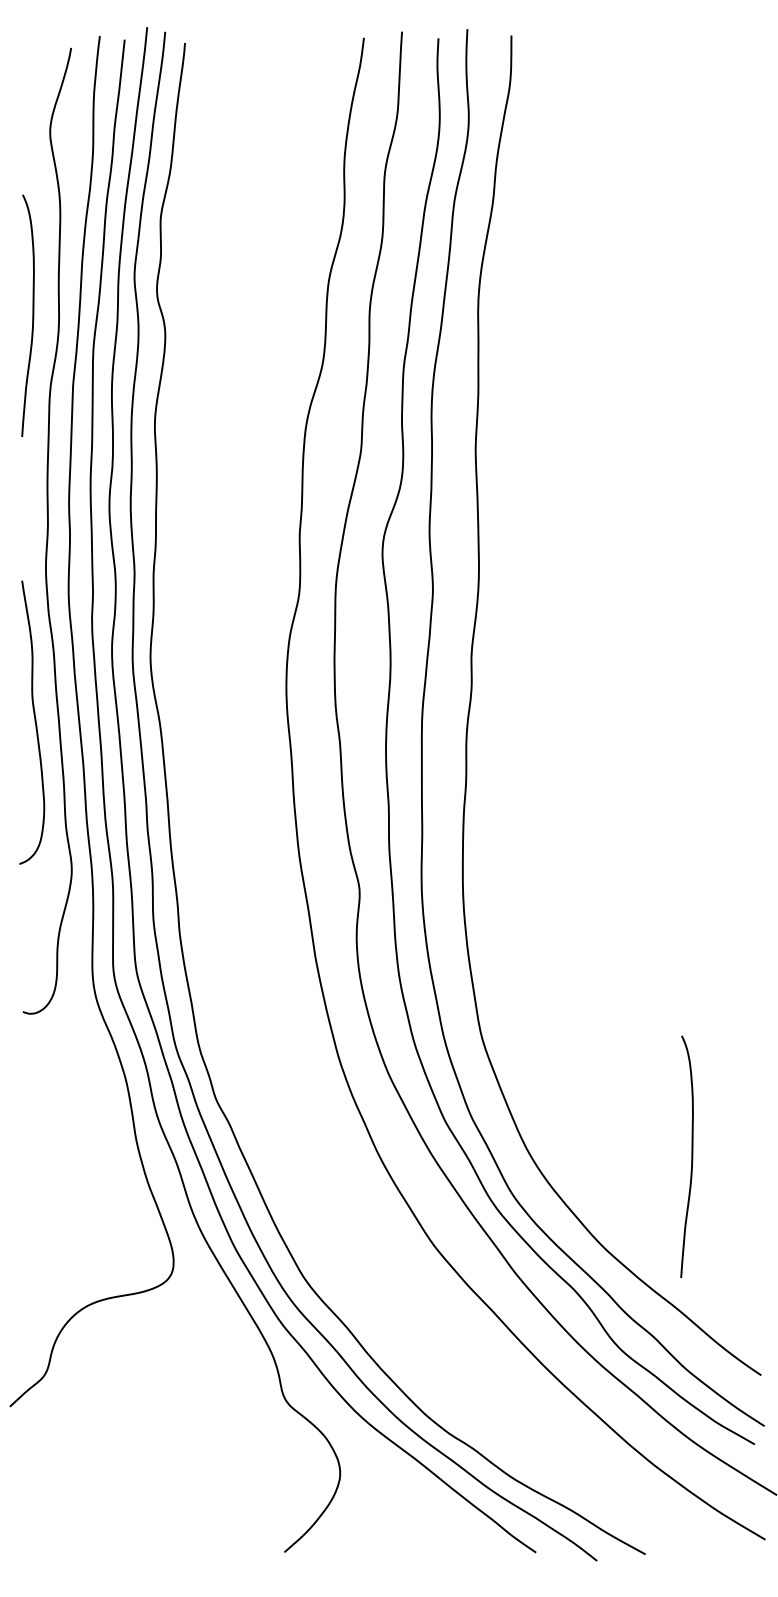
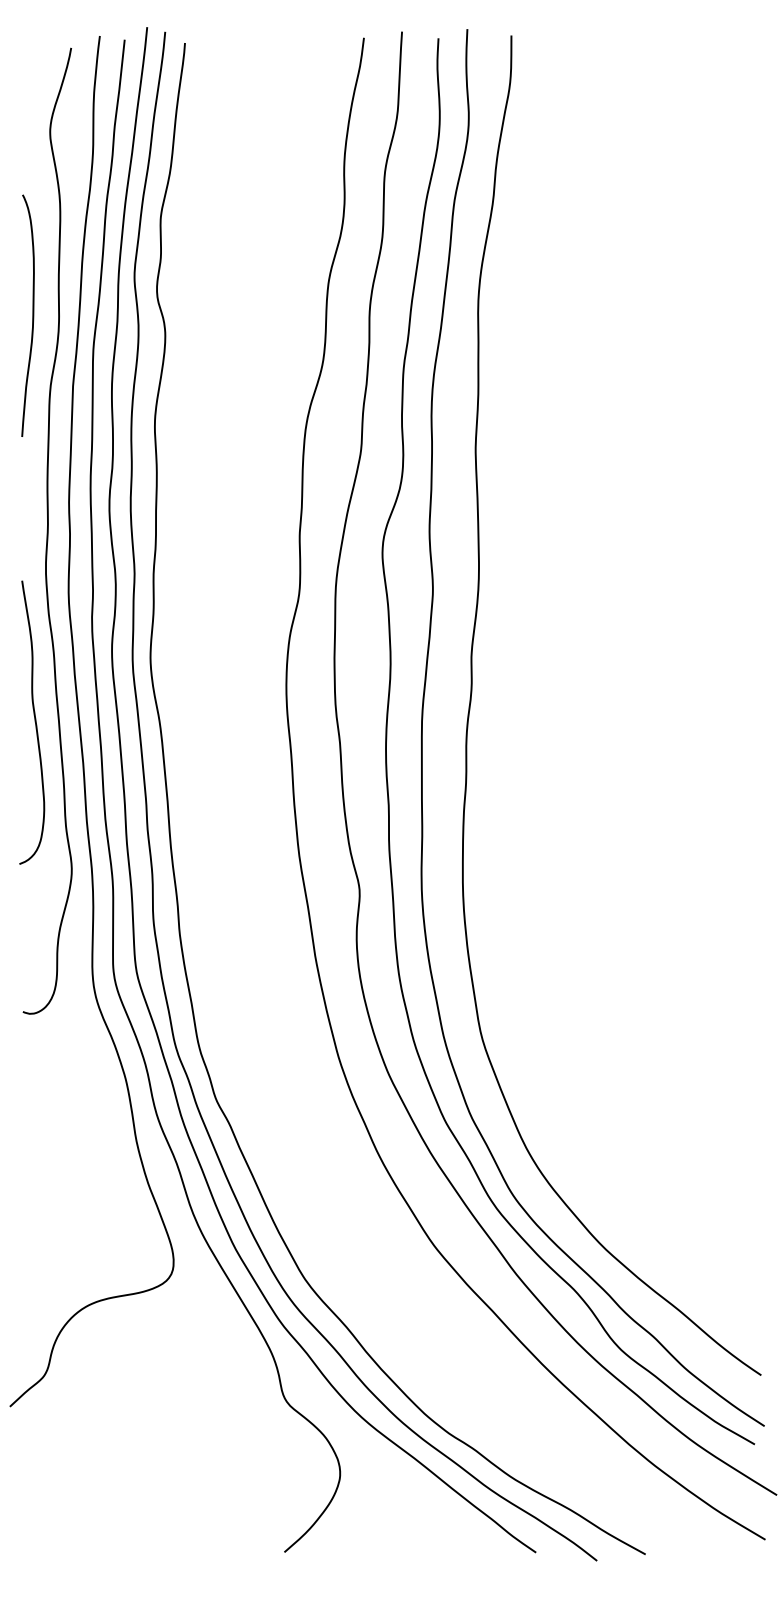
curve at (691, 1156): present -> none
